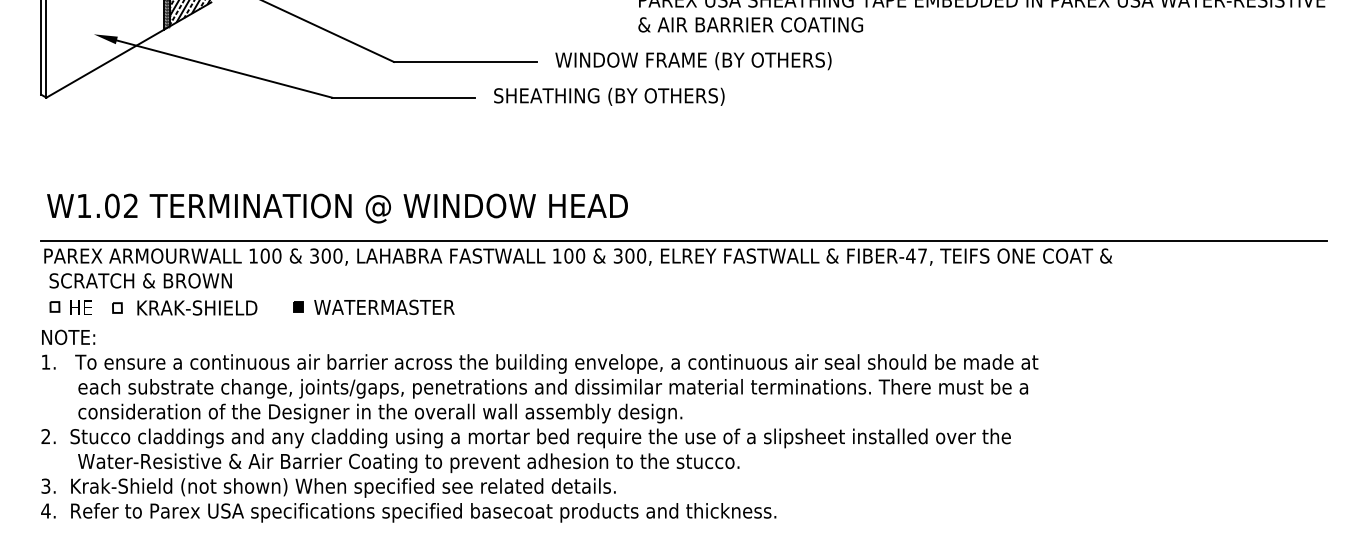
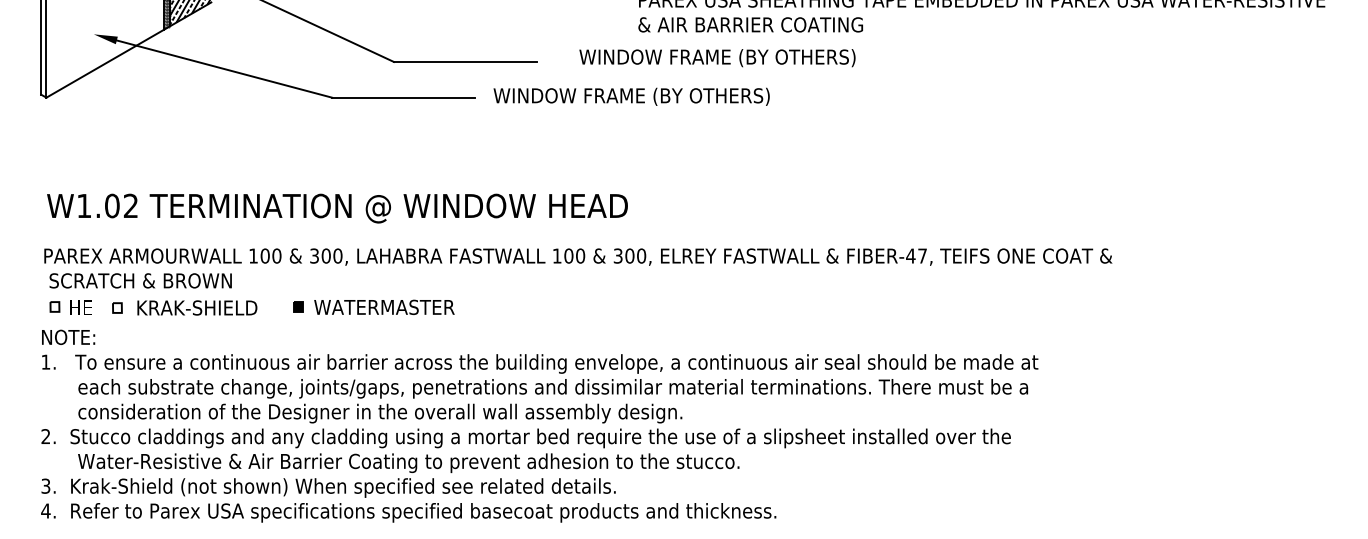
text at (693, 61) position: (693, 61) -> (717, 58)
text at (631, 96): SHEATHING (BY OTHERS) -> WINDOW FRAME (BY OTHERS)
line at (683, 240): present -> none
